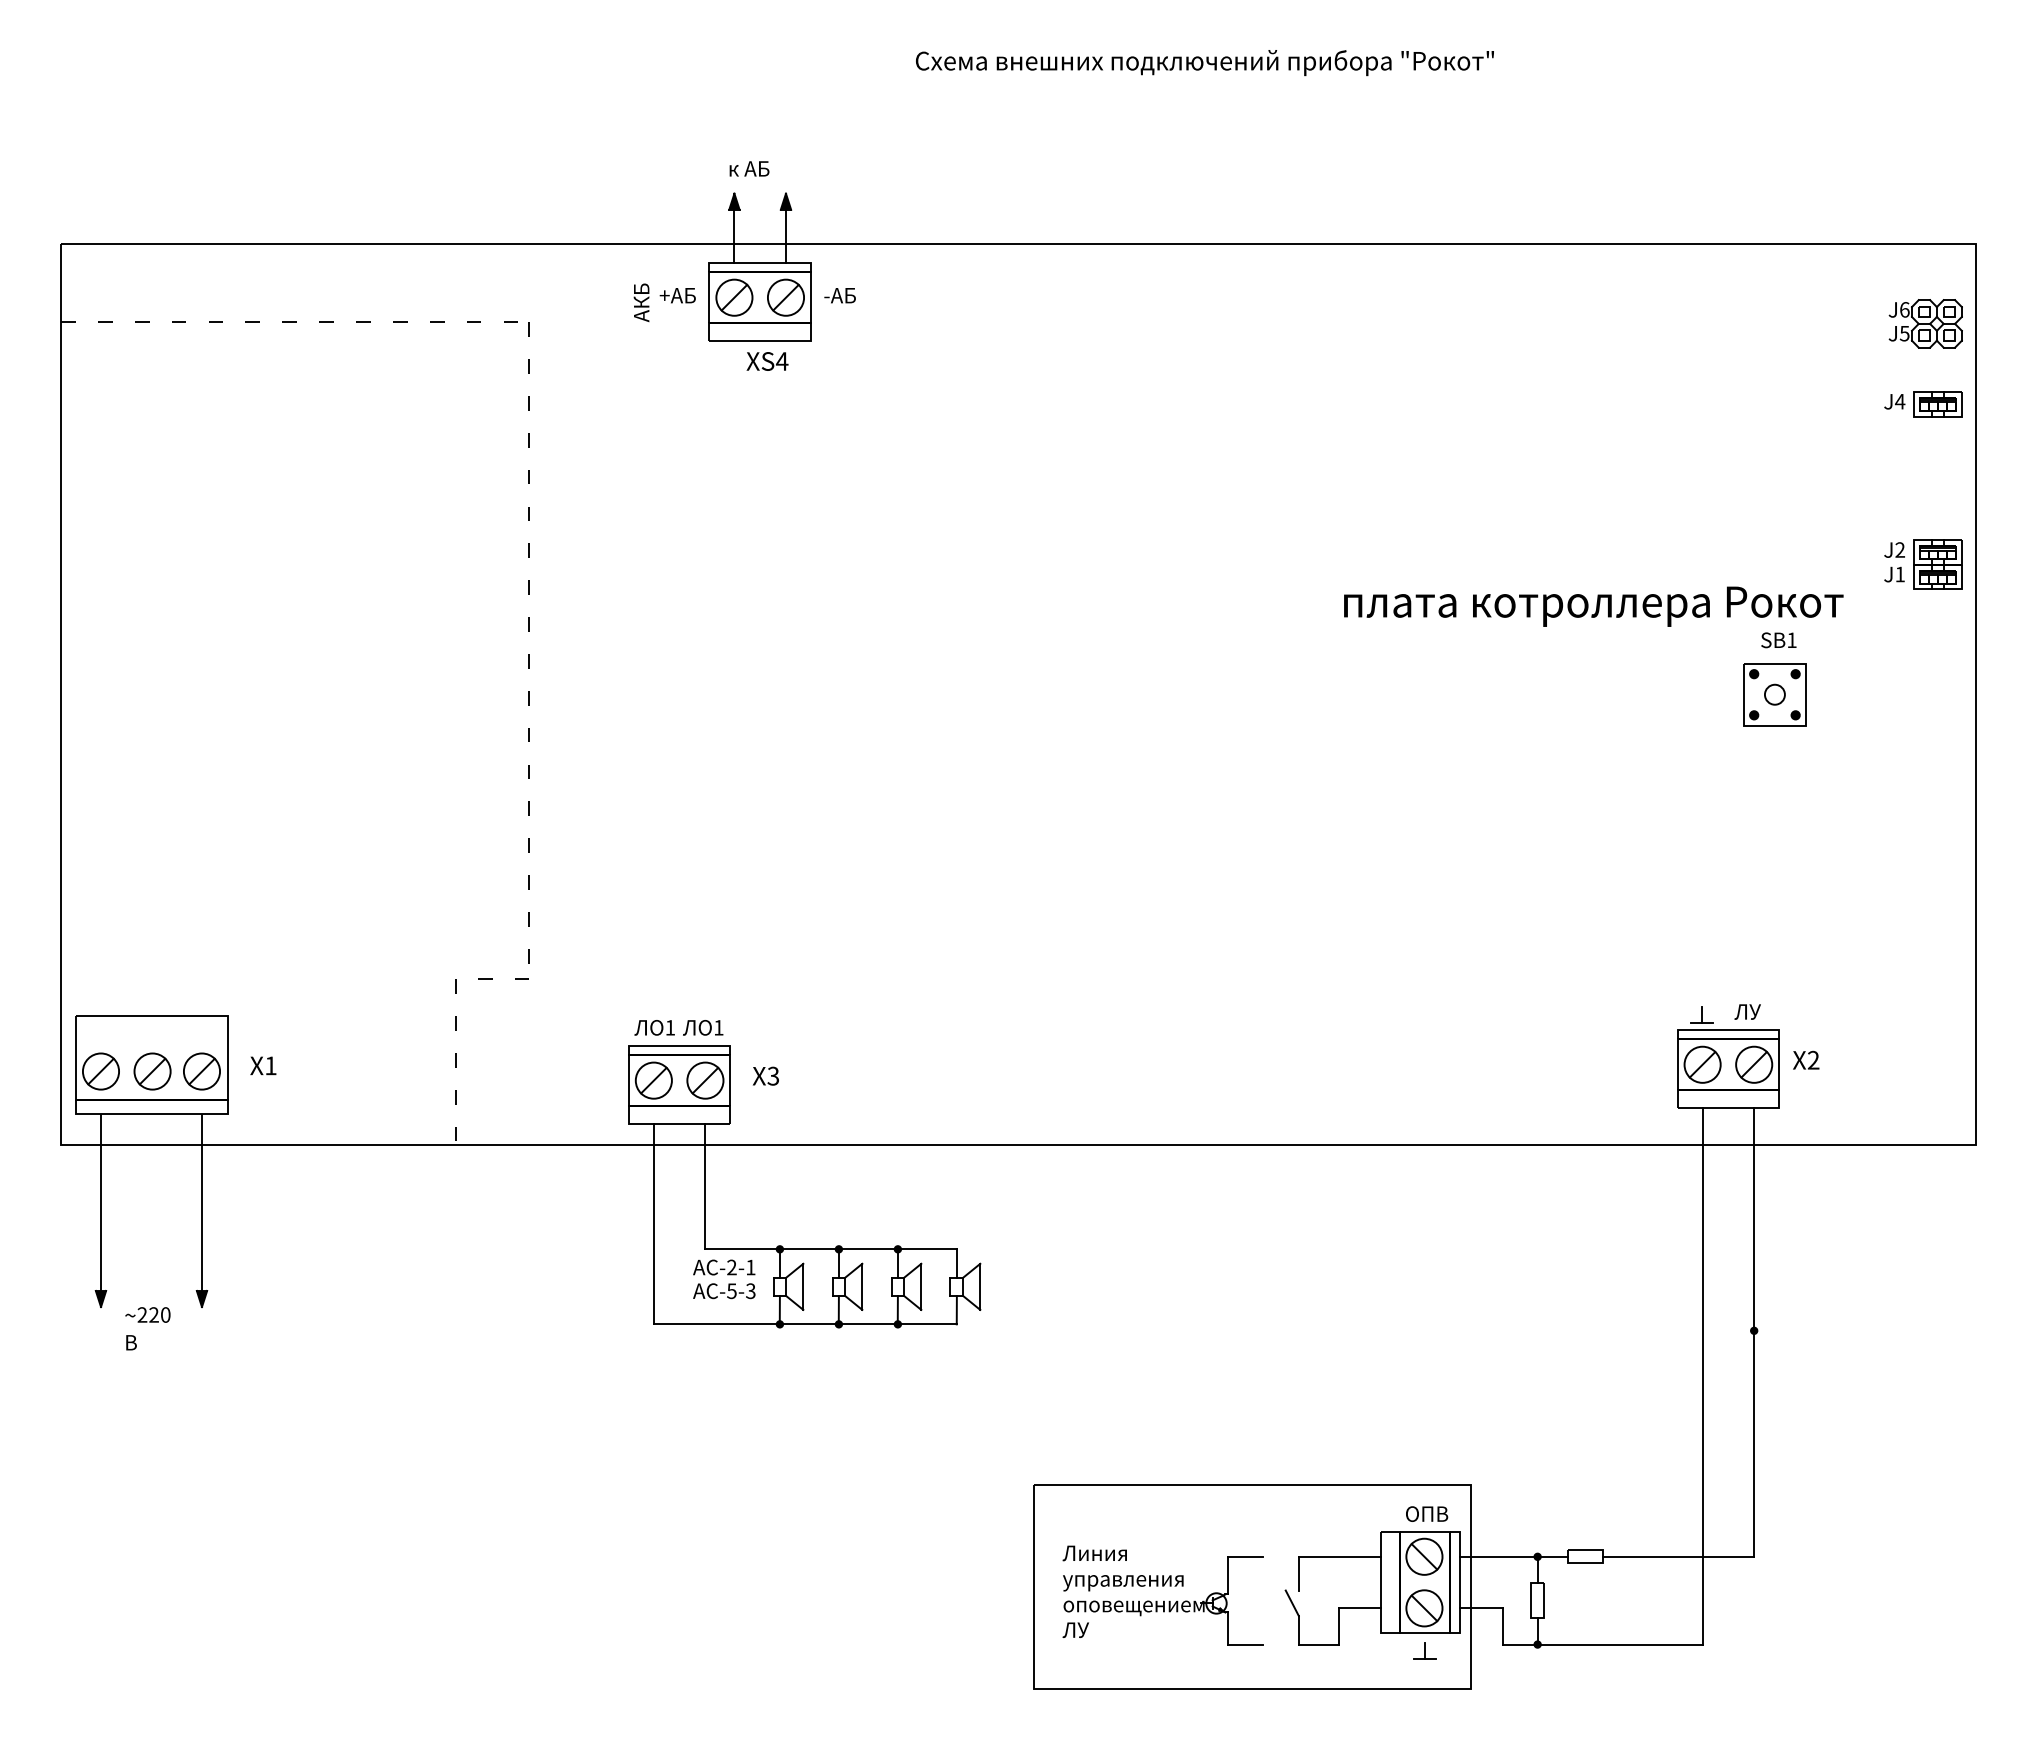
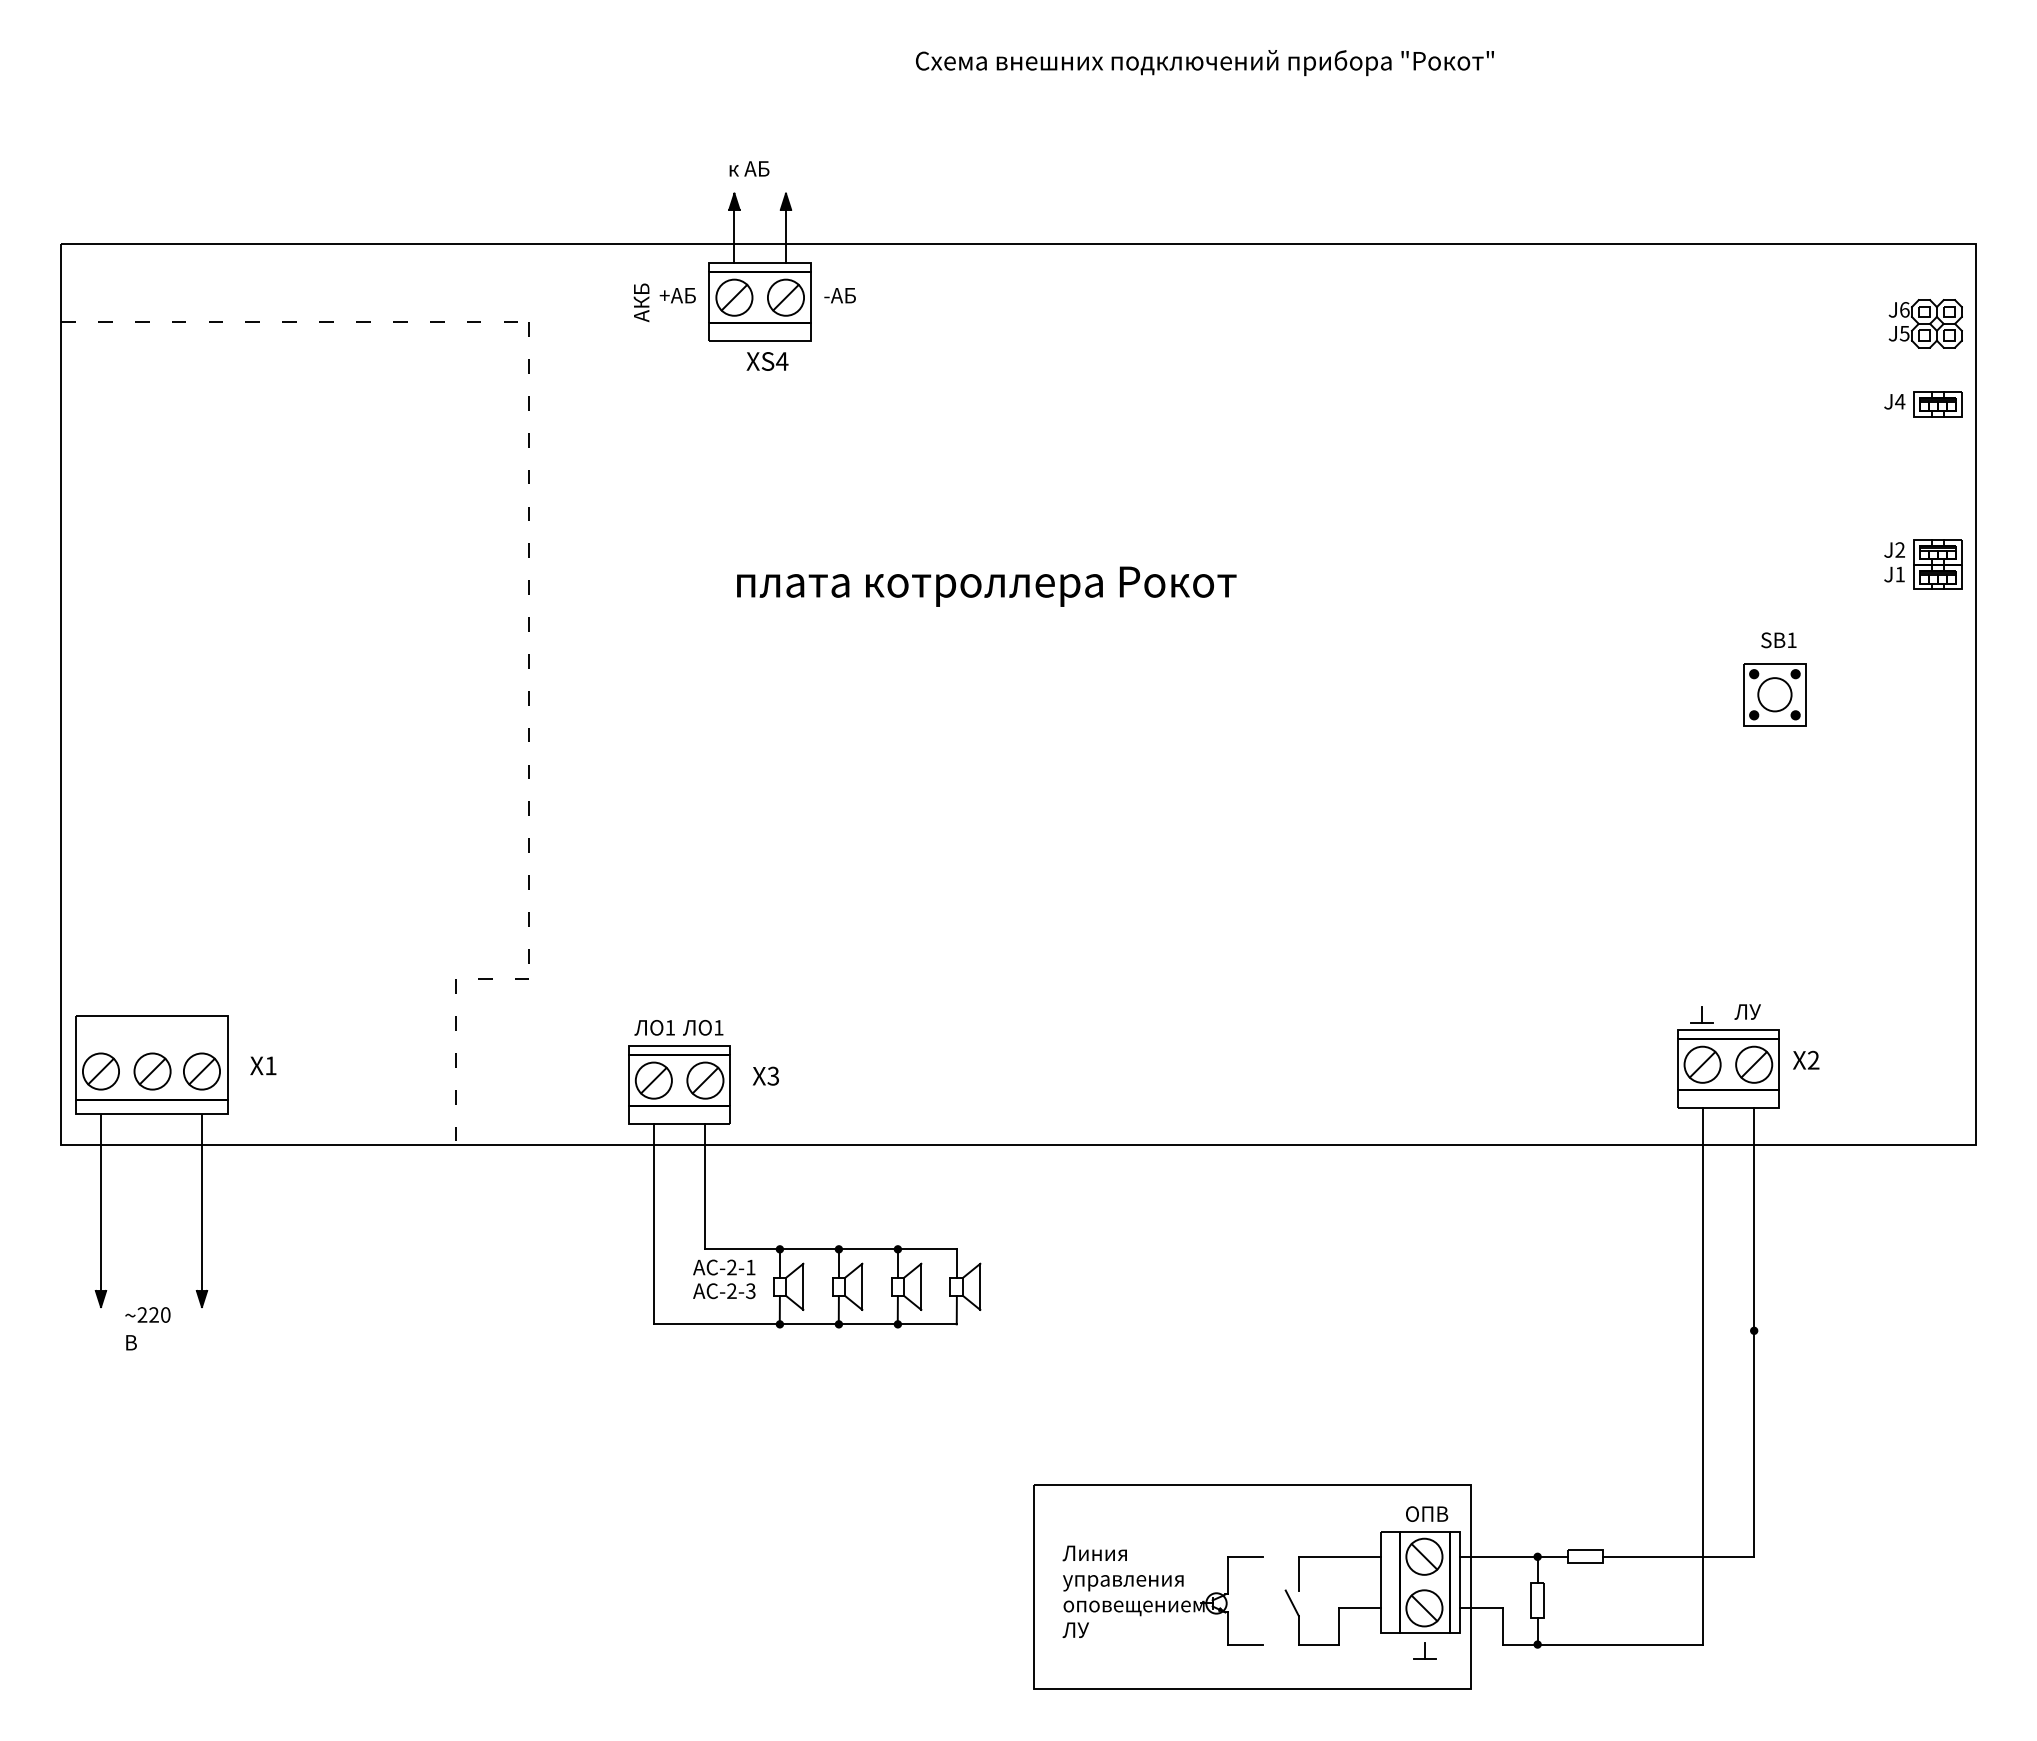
text at (1593, 606) position: (1593, 606) -> (986, 586)
circle at (1774, 694) diameter: 20 px -> 33 px
text at (731, 1291): -5-3 -> -2-3
